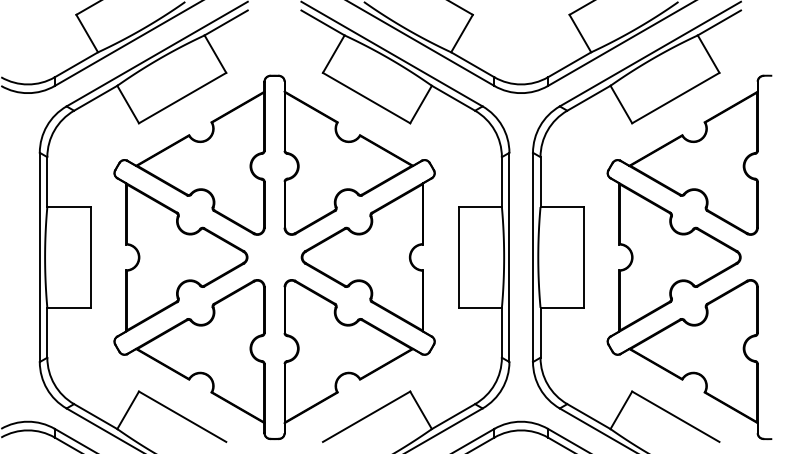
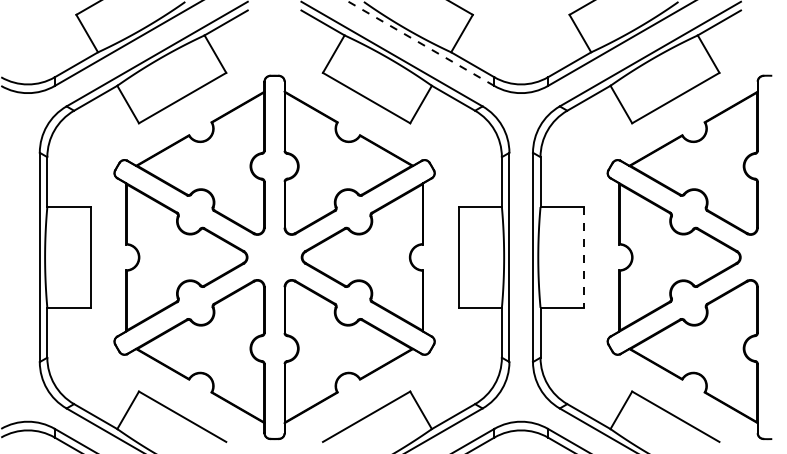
line at (420, 43): solid -> dashed
line at (583, 257): solid -> dashed
